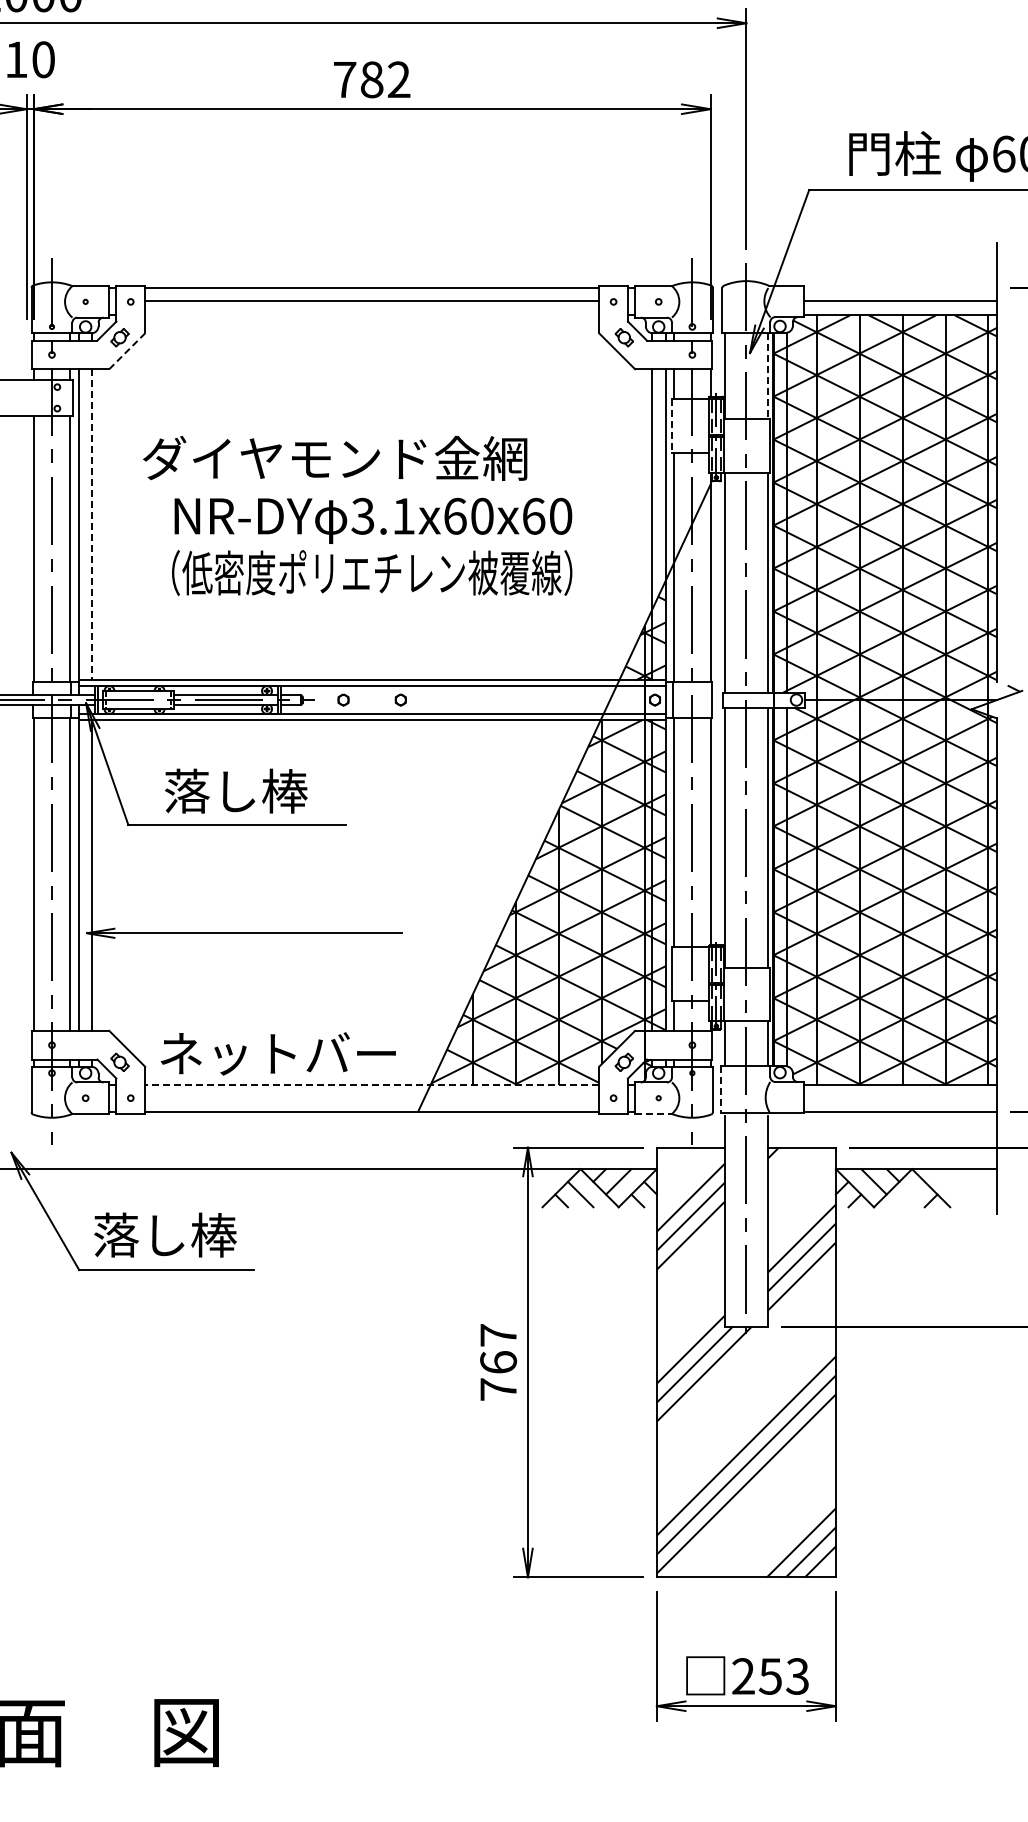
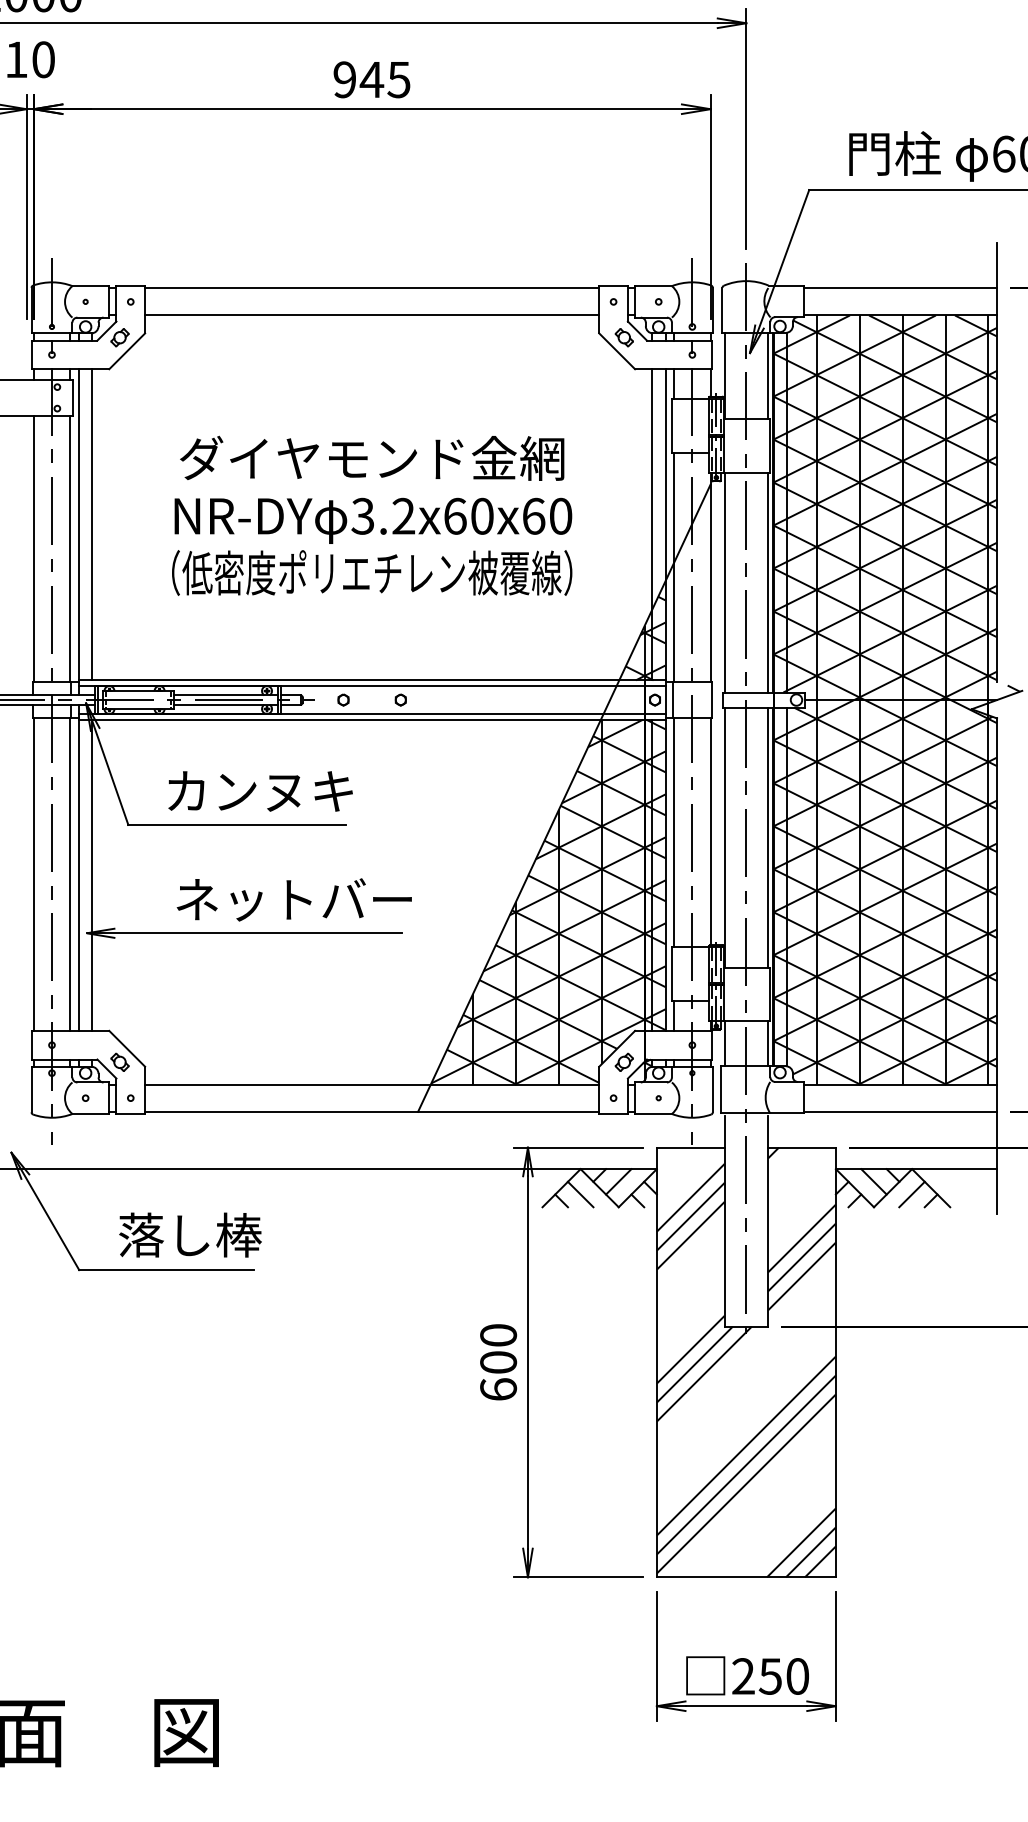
text at (371, 79): 782 -> 945
line at (372, 301) position: (372, 301) -> (372, 315)
line at (900, 301) position: (900, 301) -> (900, 288)
line at (127, 350): dashed -> solid
line at (768, 376): dashed -> solid
line at (671, 425): dashed -> solid
text at (335, 457) position: (335, 457) -> (372, 457)
text at (403, 515): 3.1x60x60 -> 3.2x60x60
line at (92, 524): dashed -> solid
text at (258, 790): 落し棒 -> カンヌキ
text at (277, 1053) position: (277, 1053) -> (293, 899)
line at (371, 1084): dashed -> solid
line at (720, 1089): dashed -> solid
line at (654, 1114): dashed -> solid
line at (911, 1194): none -> present
text at (165, 1234) position: (165, 1234) -> (190, 1234)
text at (498, 1362): 767 -> 600
text at (797, 1676): 253 -> 250
